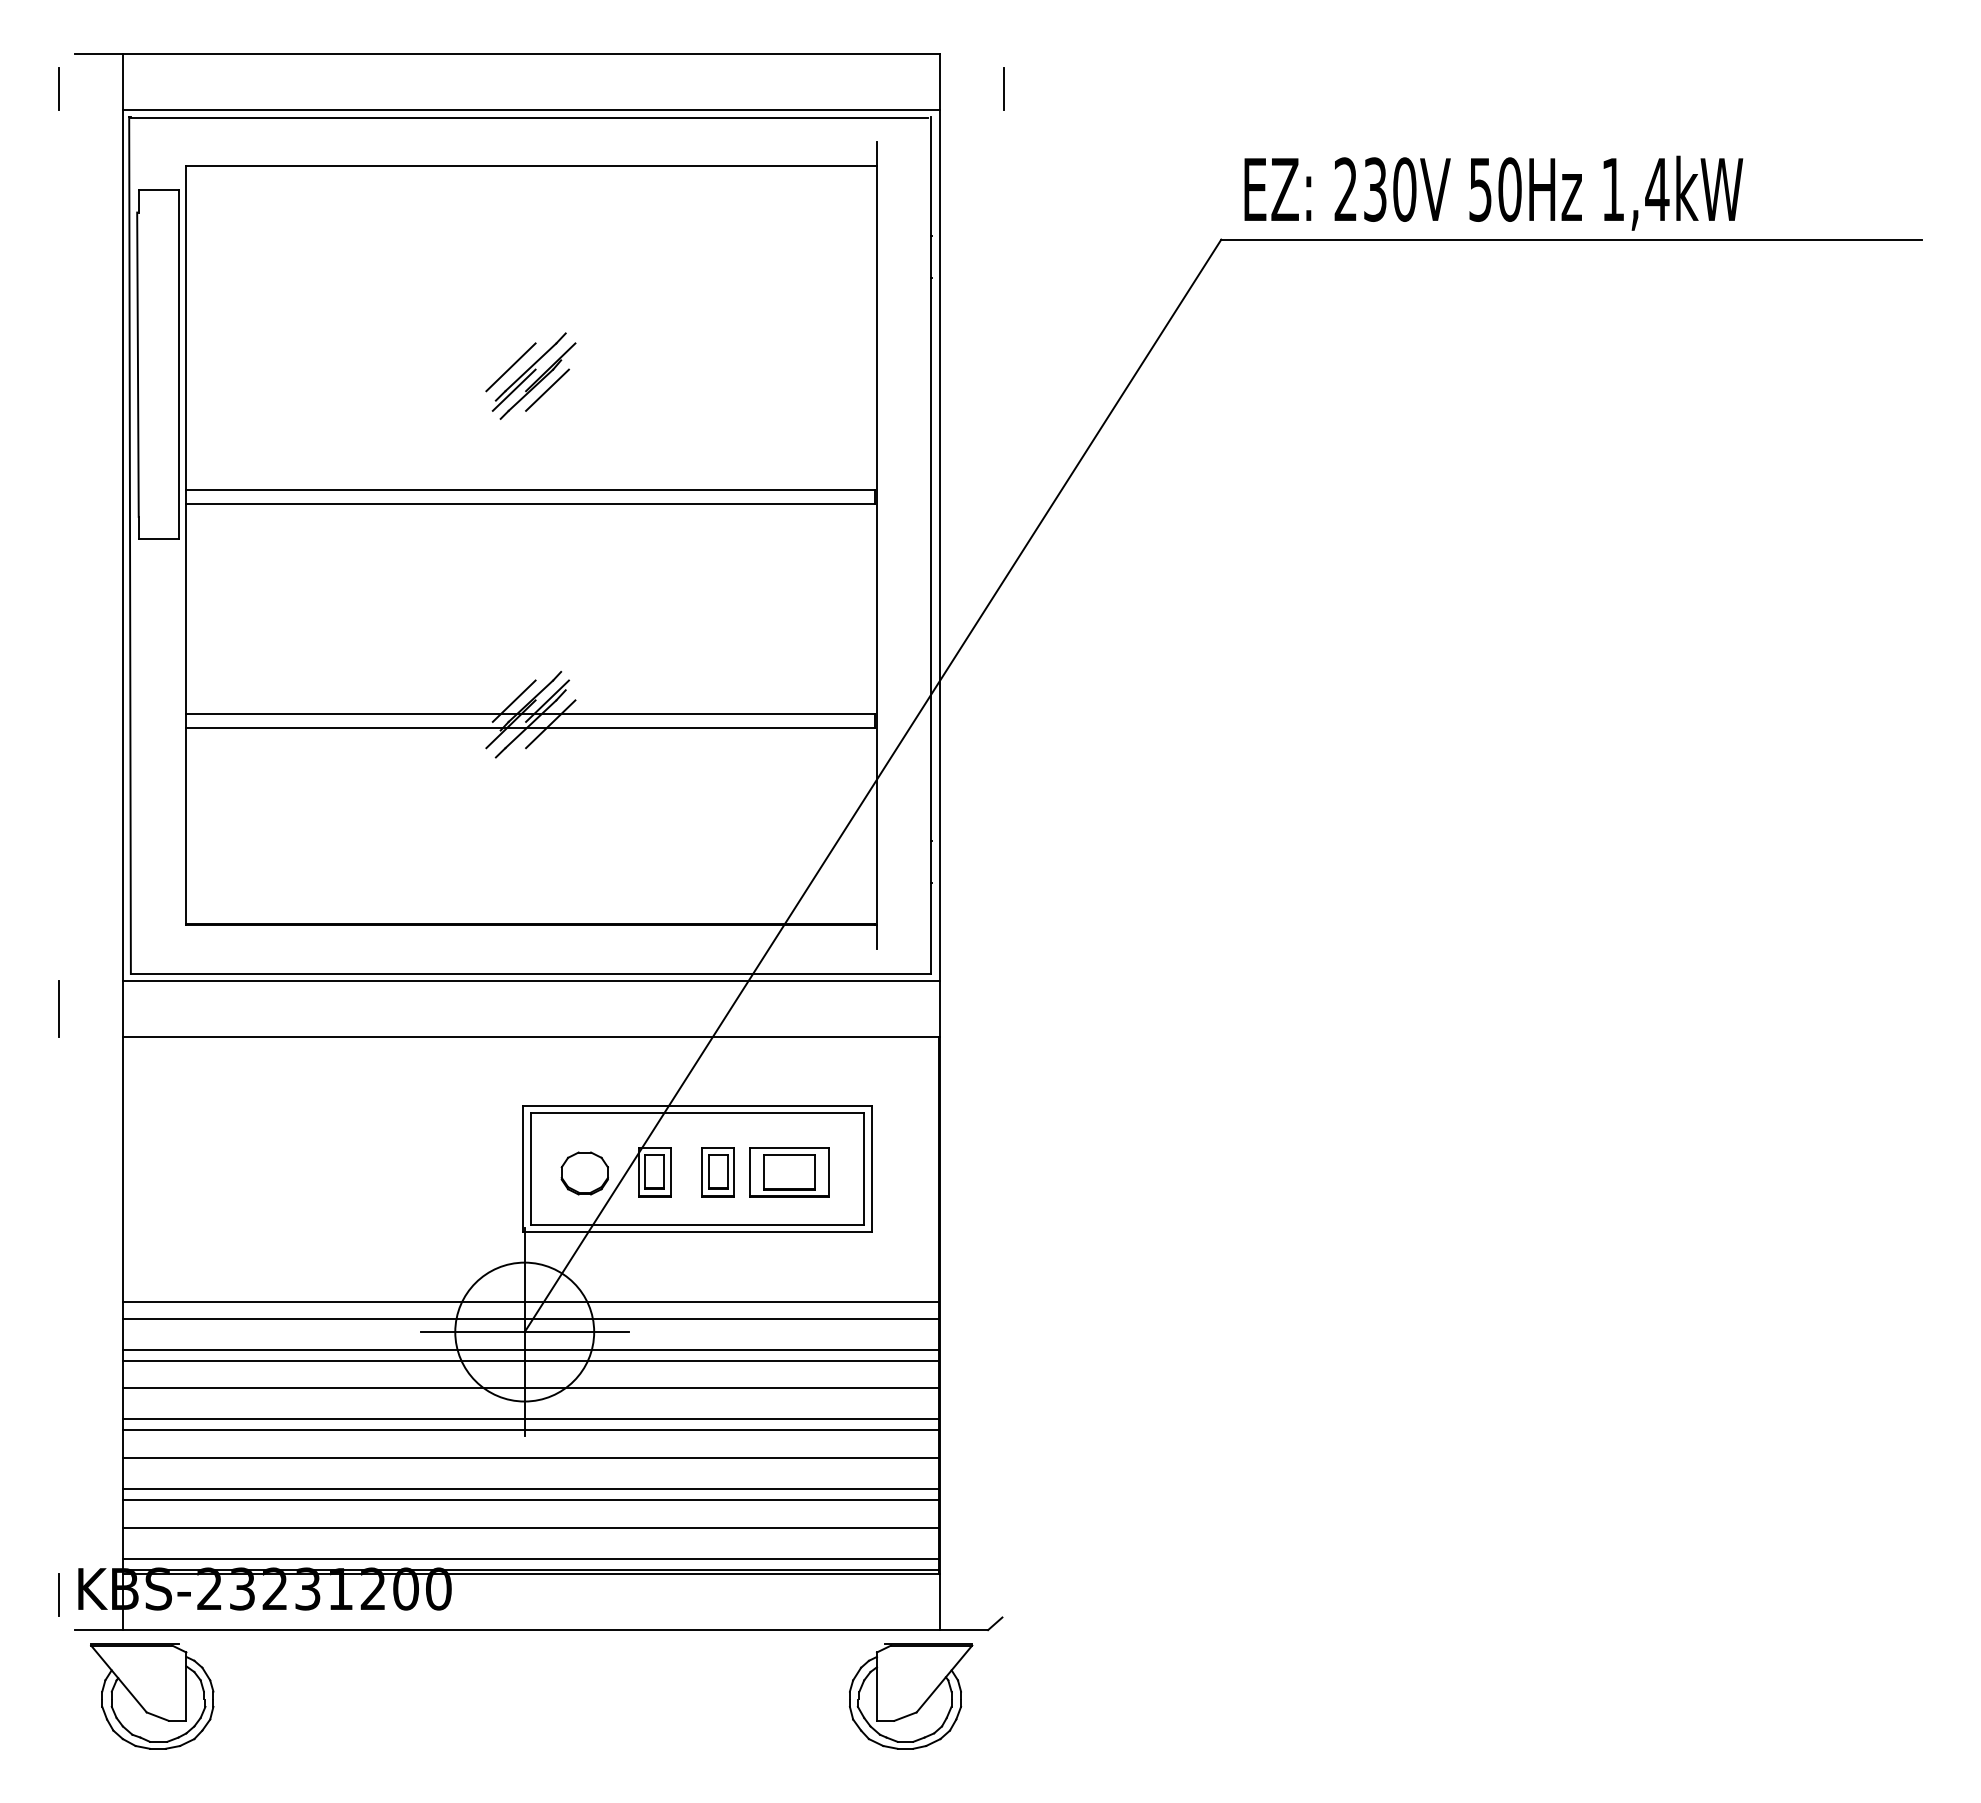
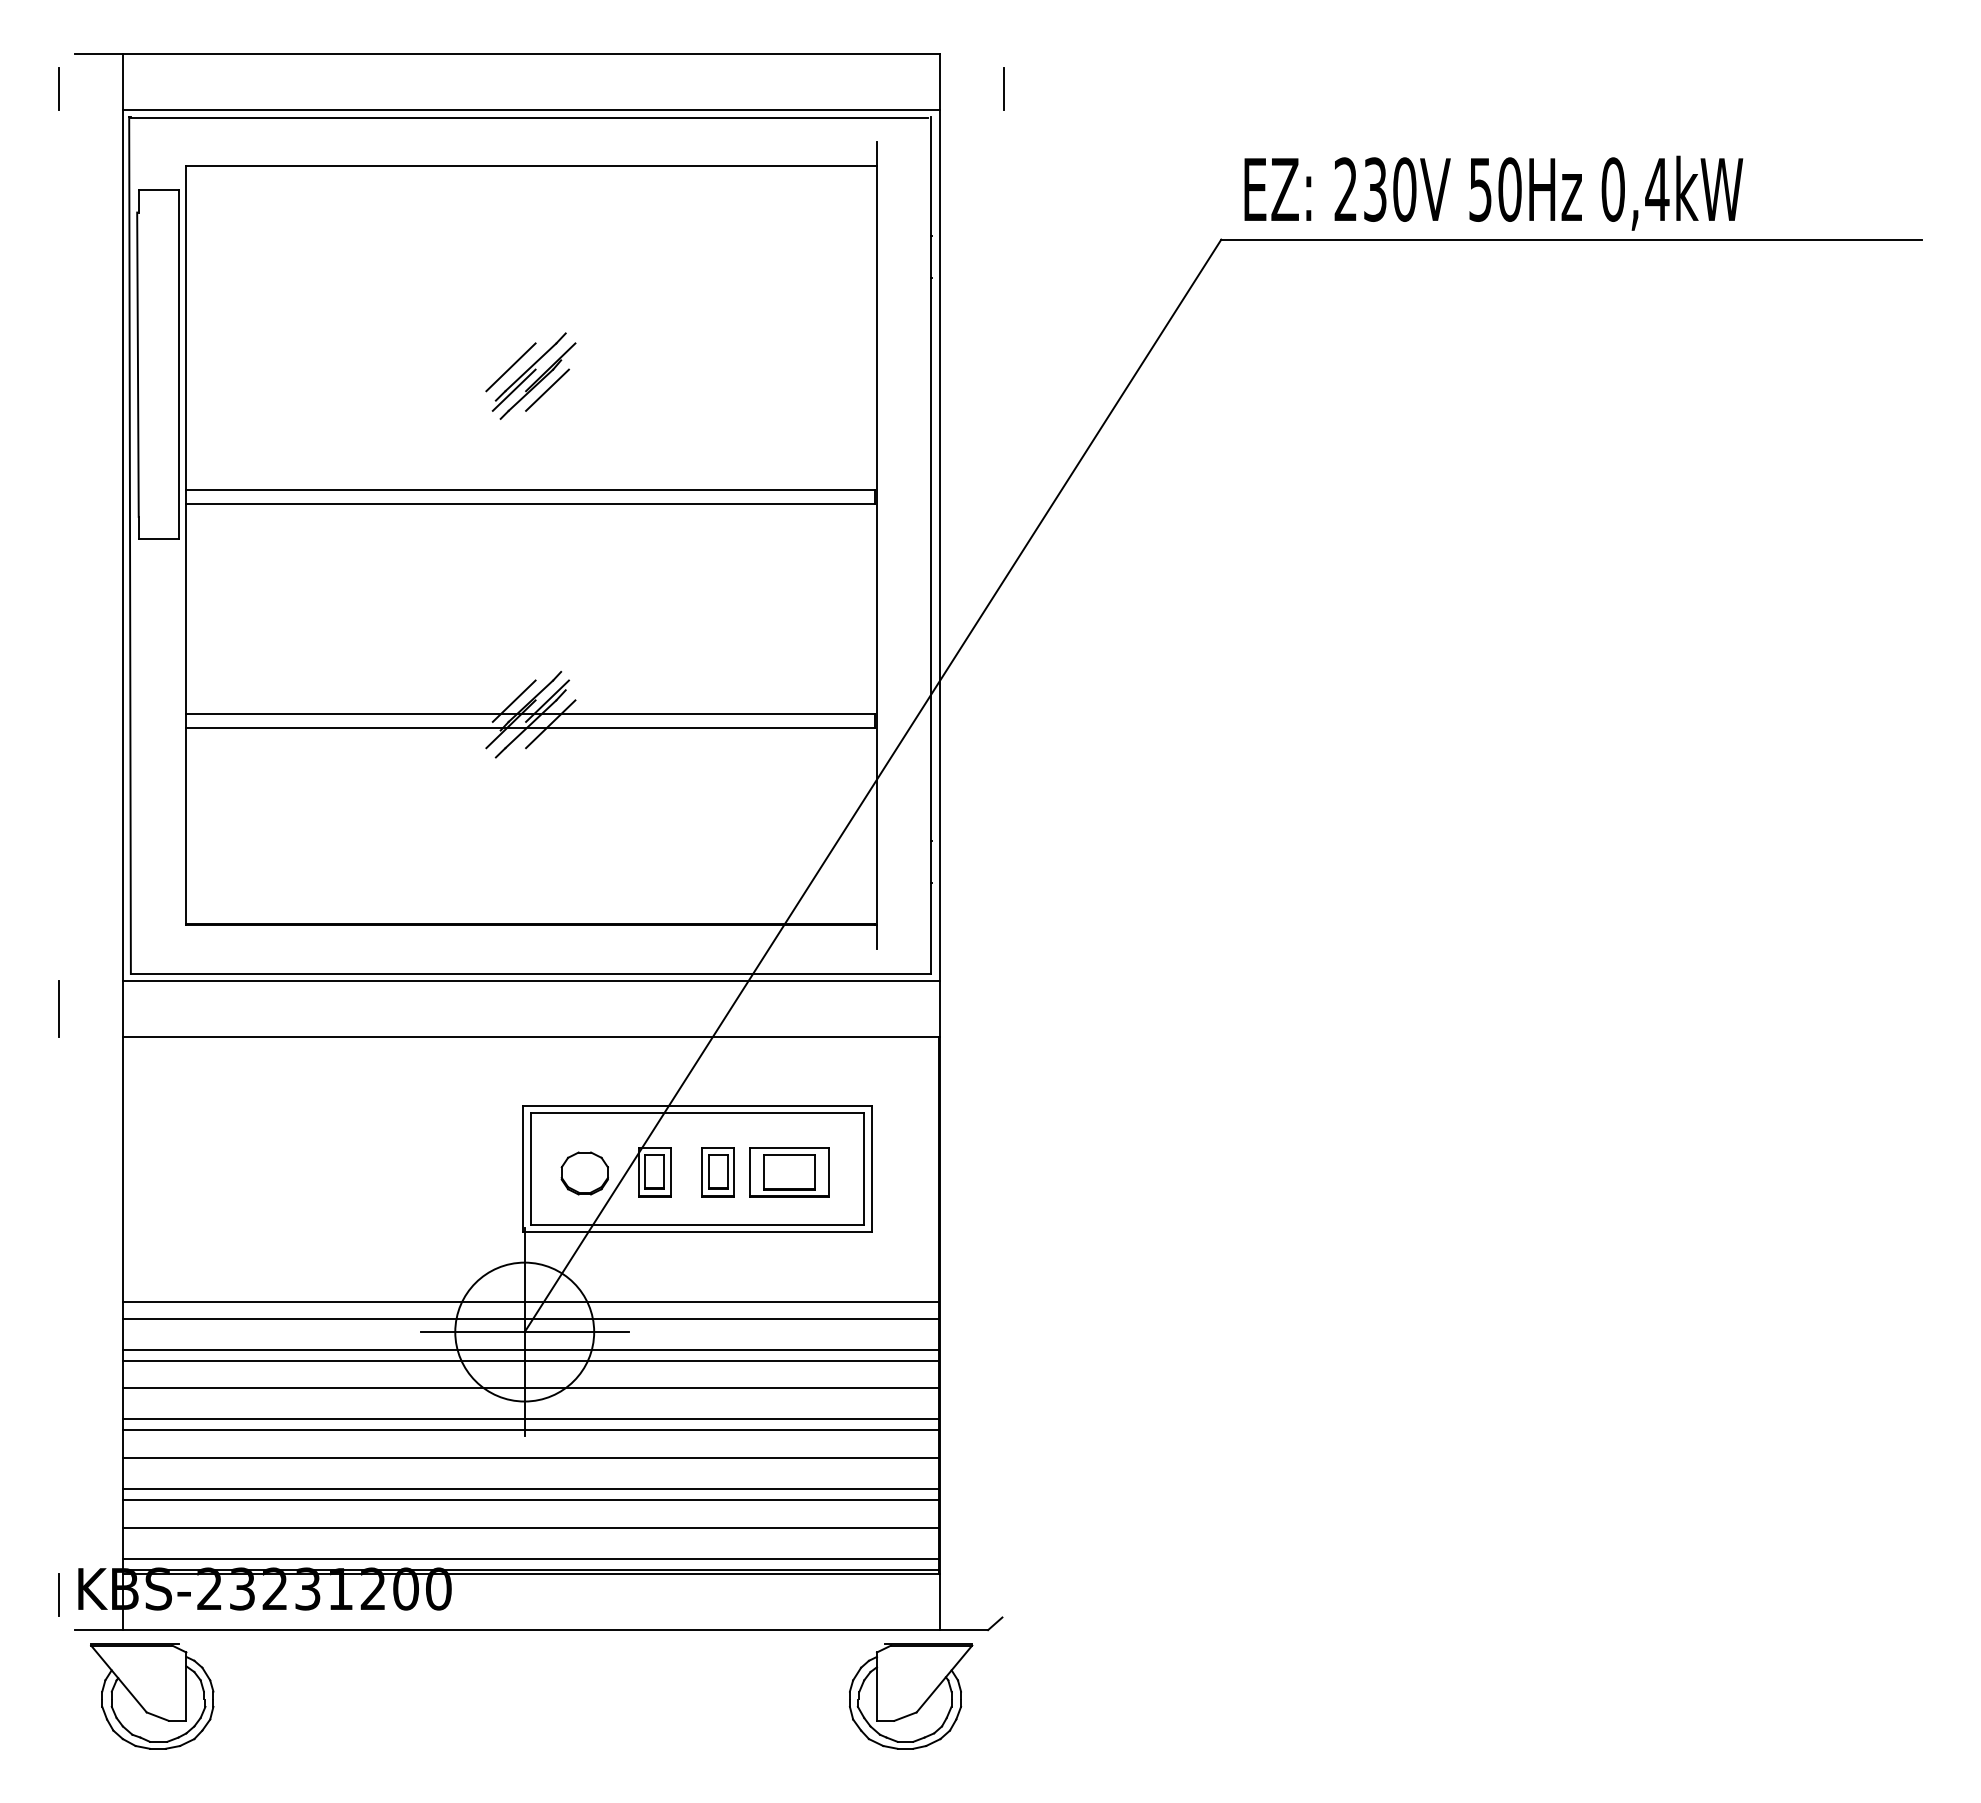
text at (1612, 189): 1,4kW -> 0,4kW
